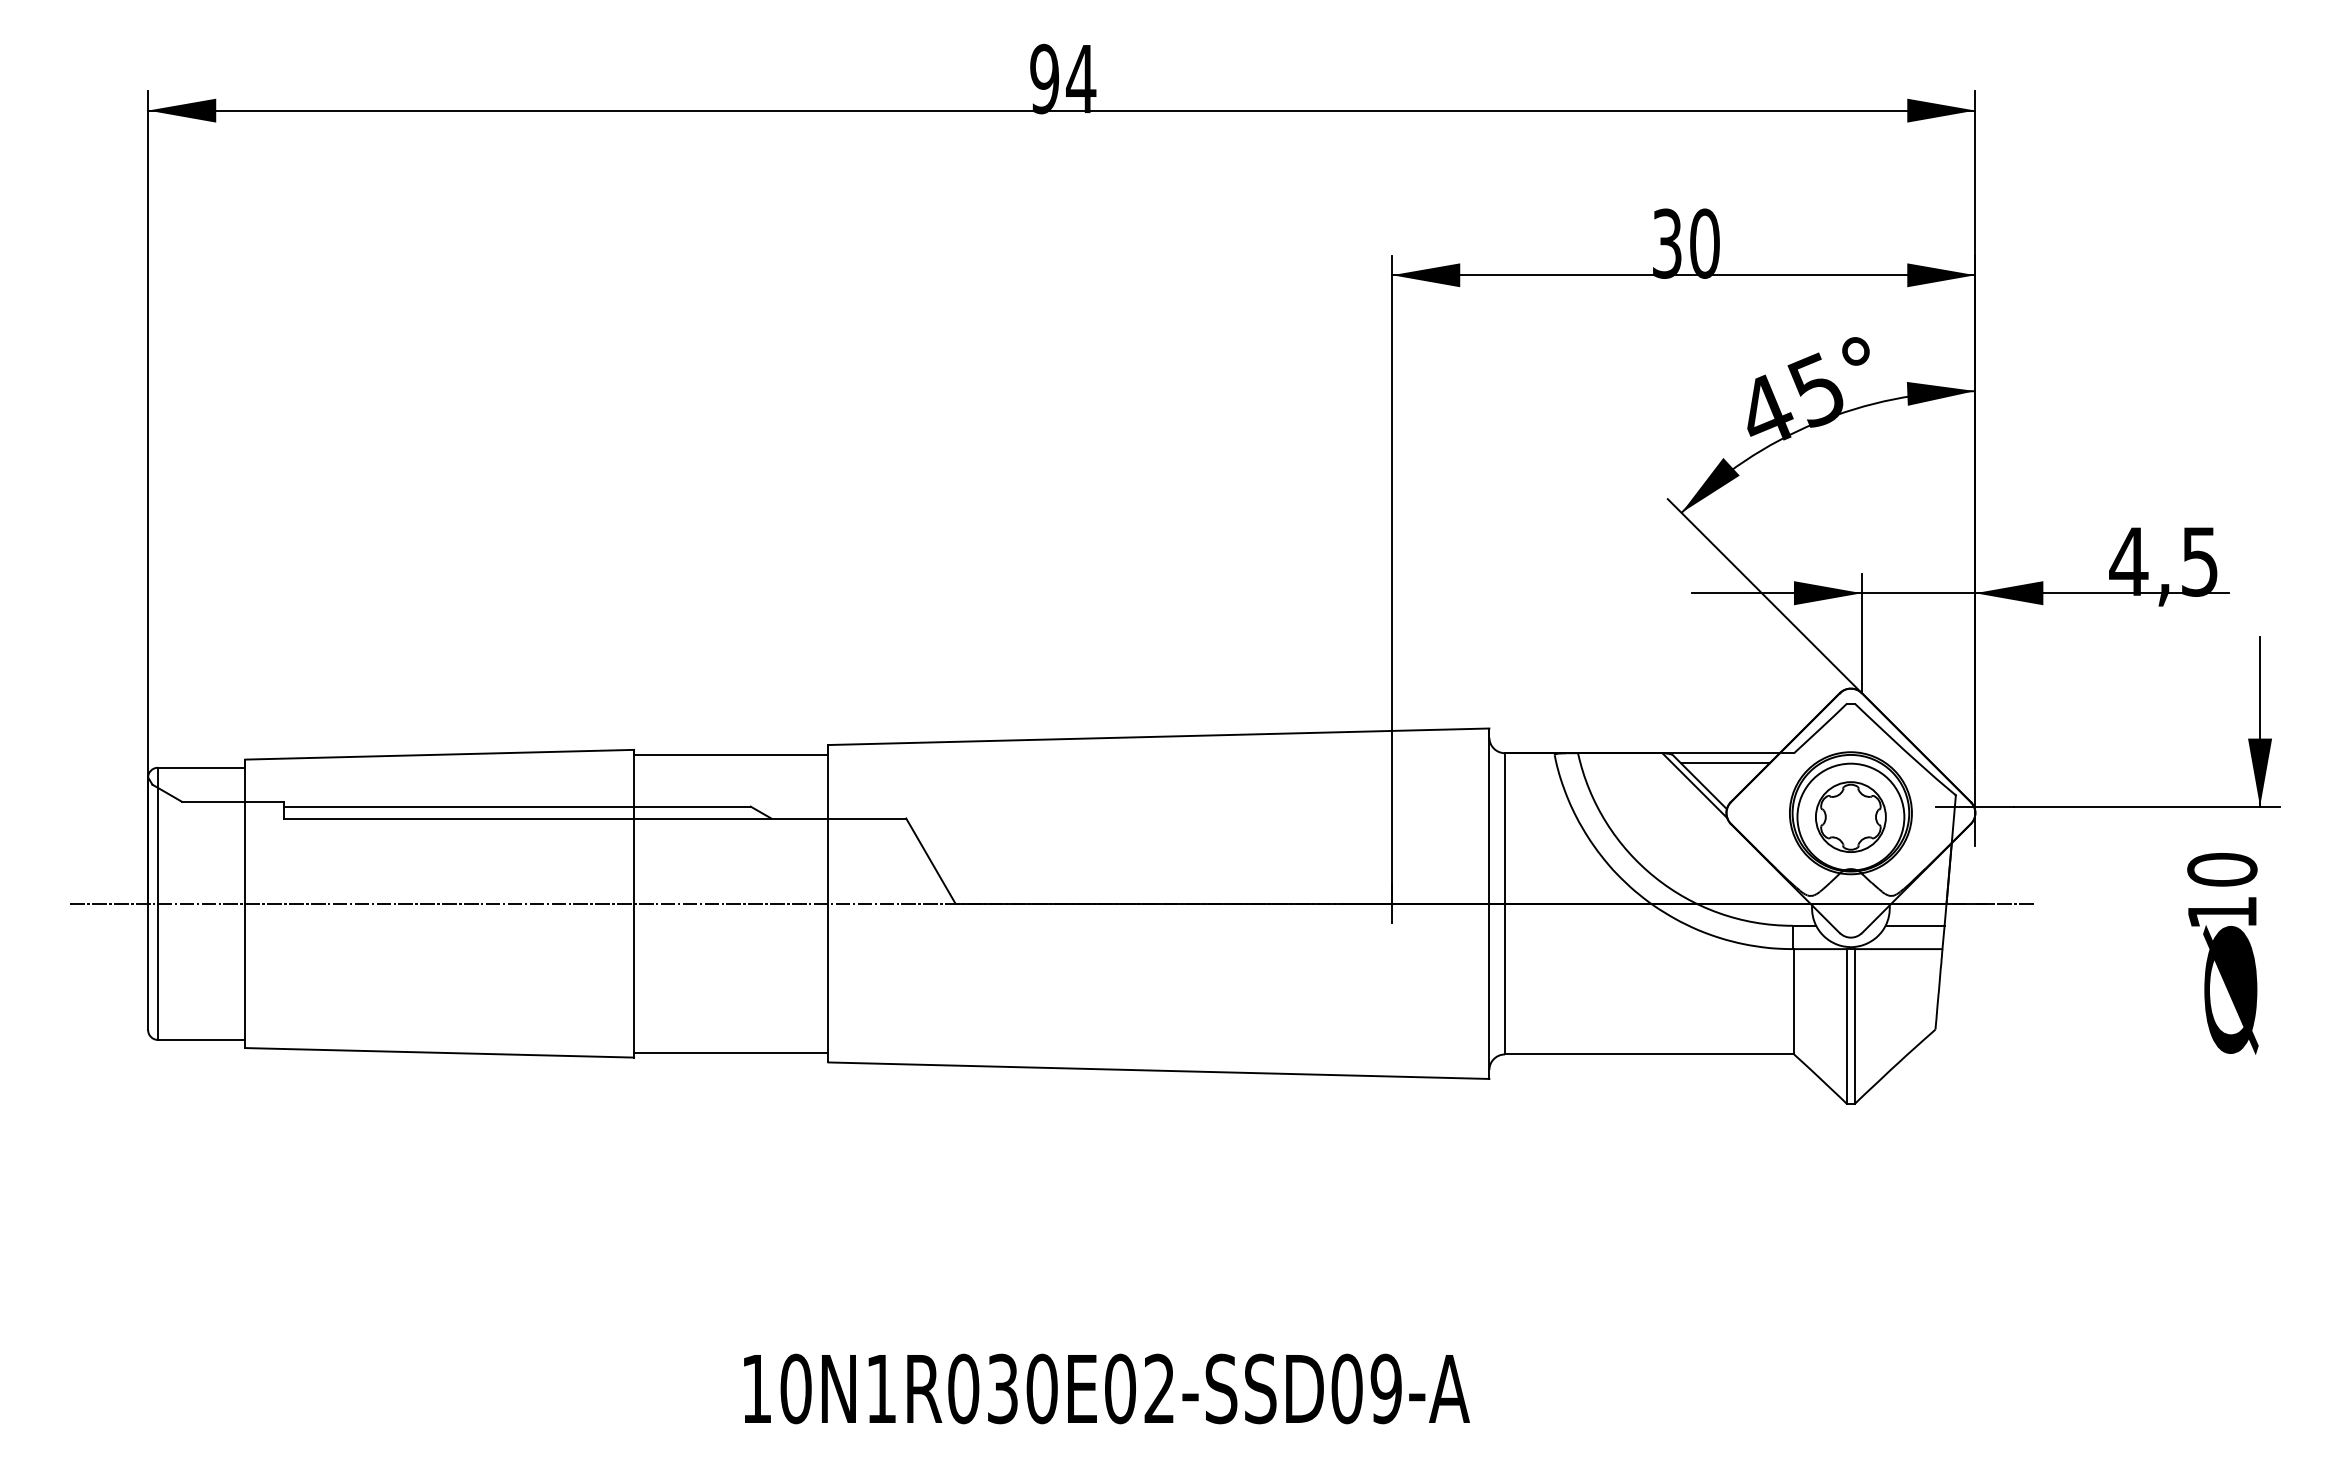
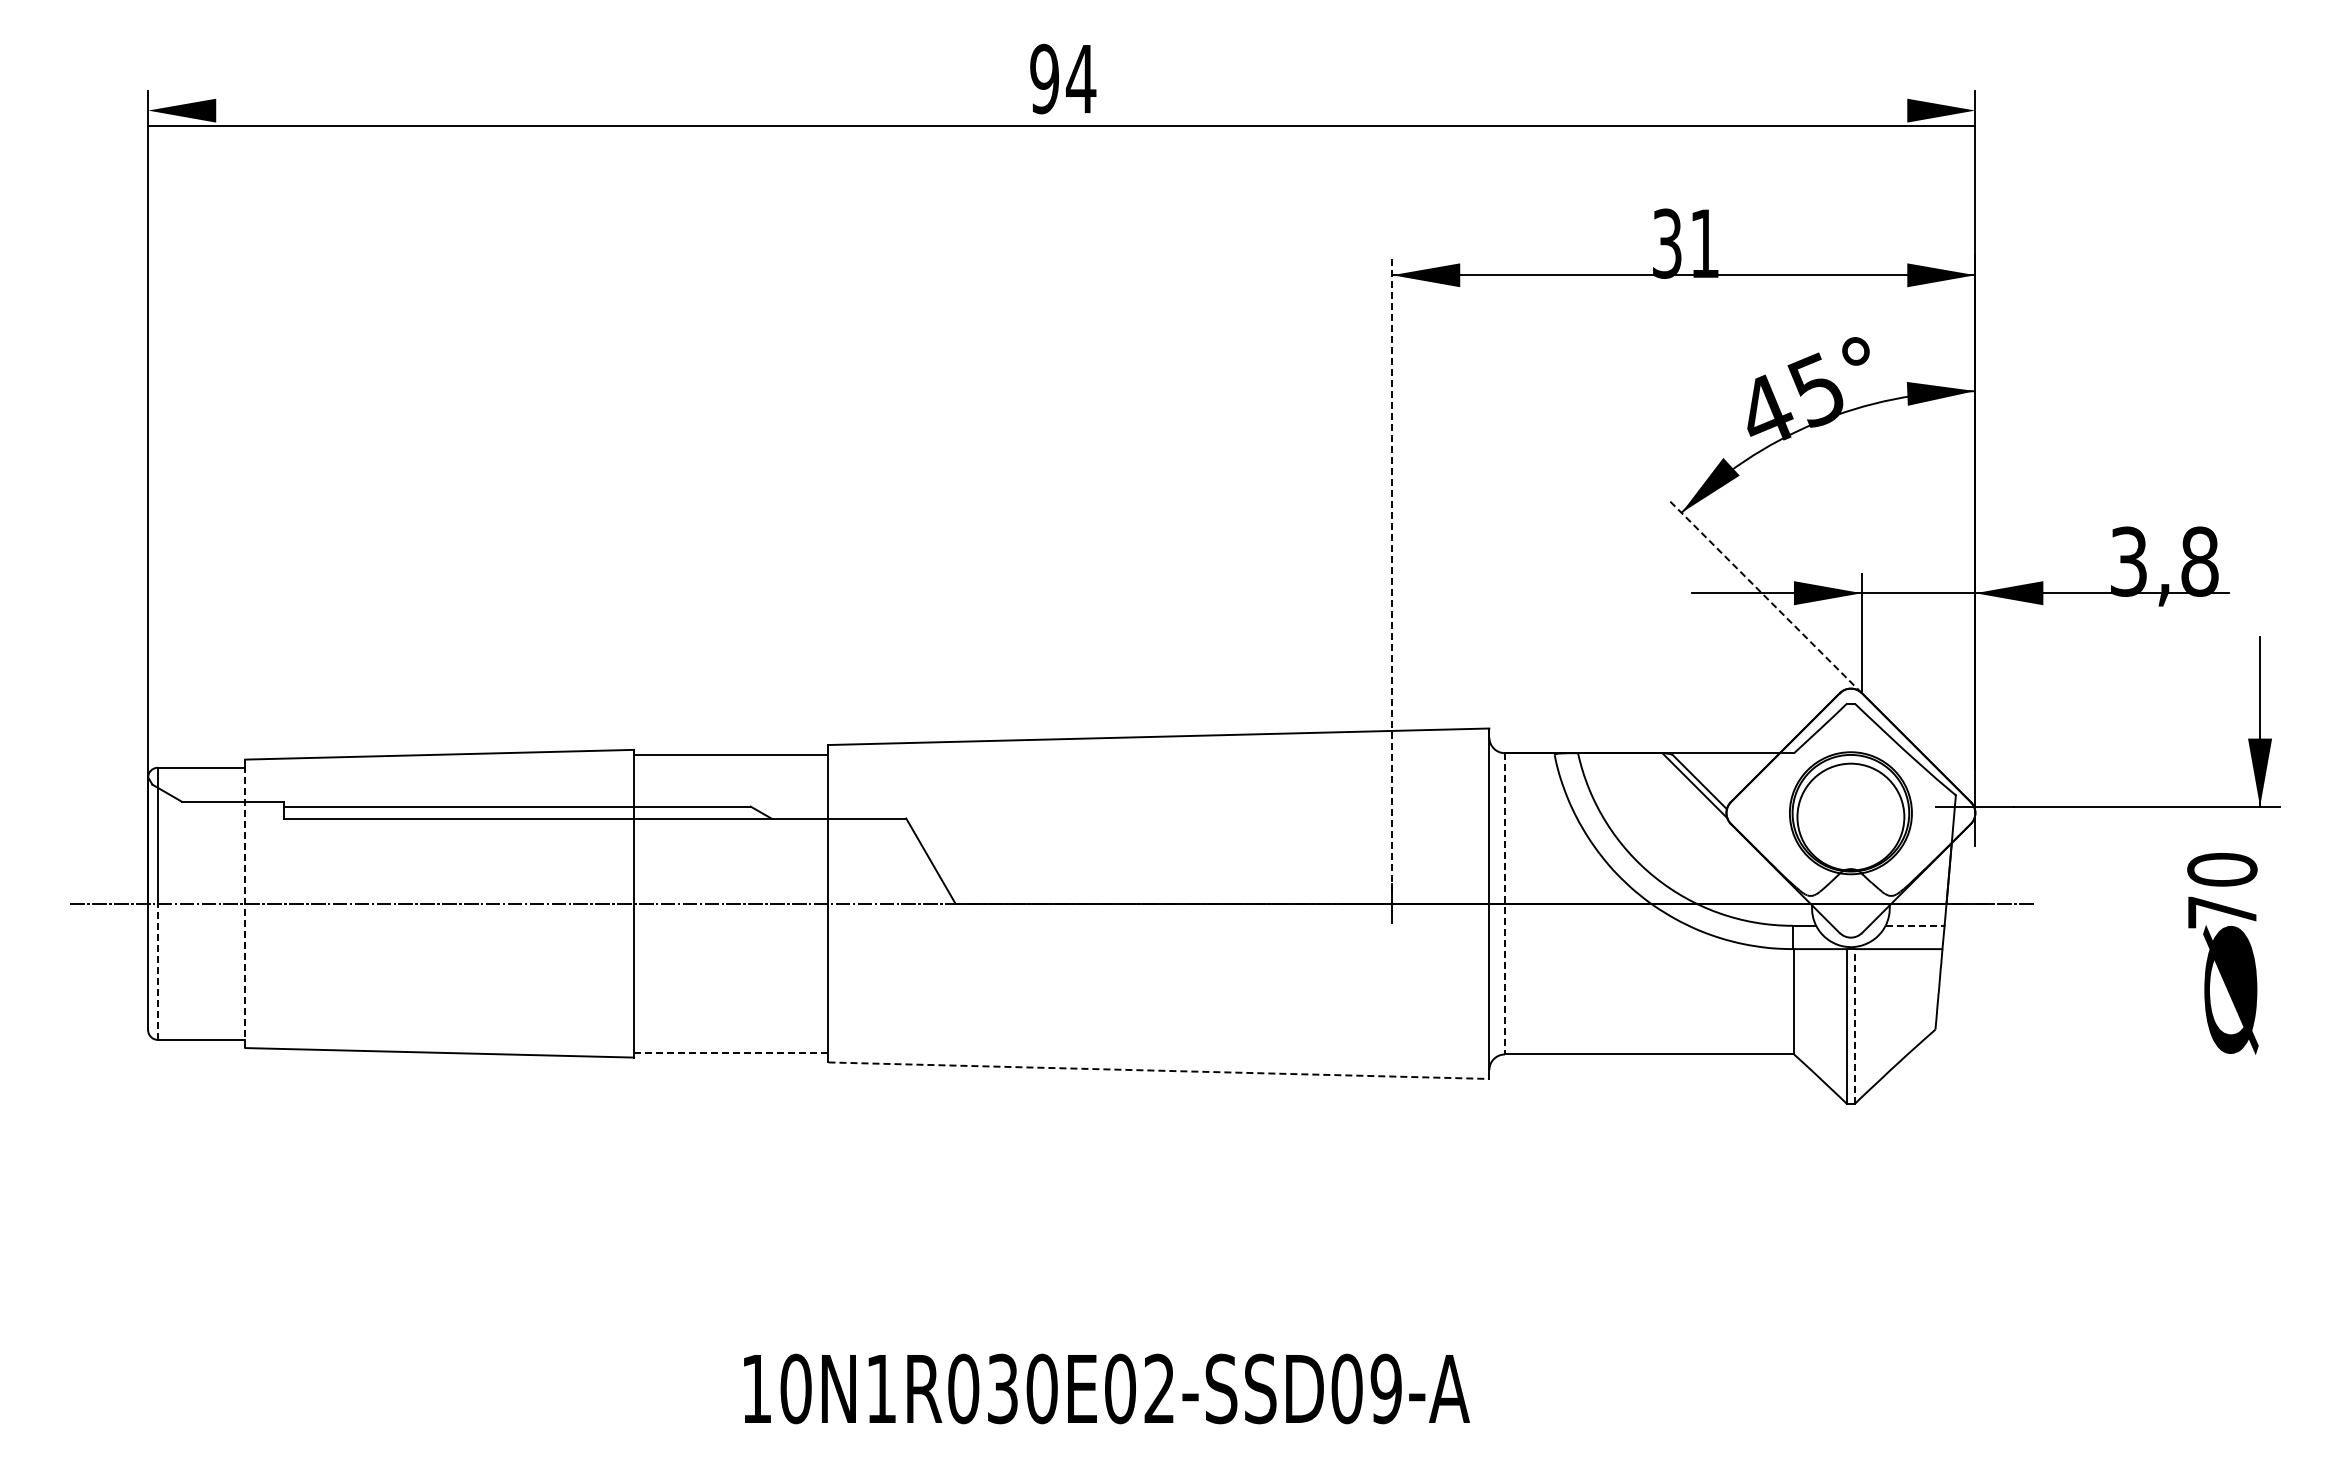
line at (1061, 110) position: (1061, 110) -> (1061, 125)
text at (1704, 243): 30 -> 31
text at (2163, 561): 4,5 -> 3,8
line at (1392, 579): solid -> dashed
line at (1764, 595): solid -> dashed
line at (1725, 763): present -> none
part at (1850, 816): present -> none
line at (245, 903): solid -> dashed
line at (1504, 903): solid -> dashed
text at (2222, 912): 10 -> 70
line at (1915, 925): solid -> dashed
line at (157, 971): solid -> dashed
line at (1855, 1025): solid -> dashed
line at (731, 1052): solid -> dashed
line at (1158, 1070): solid -> dashed
